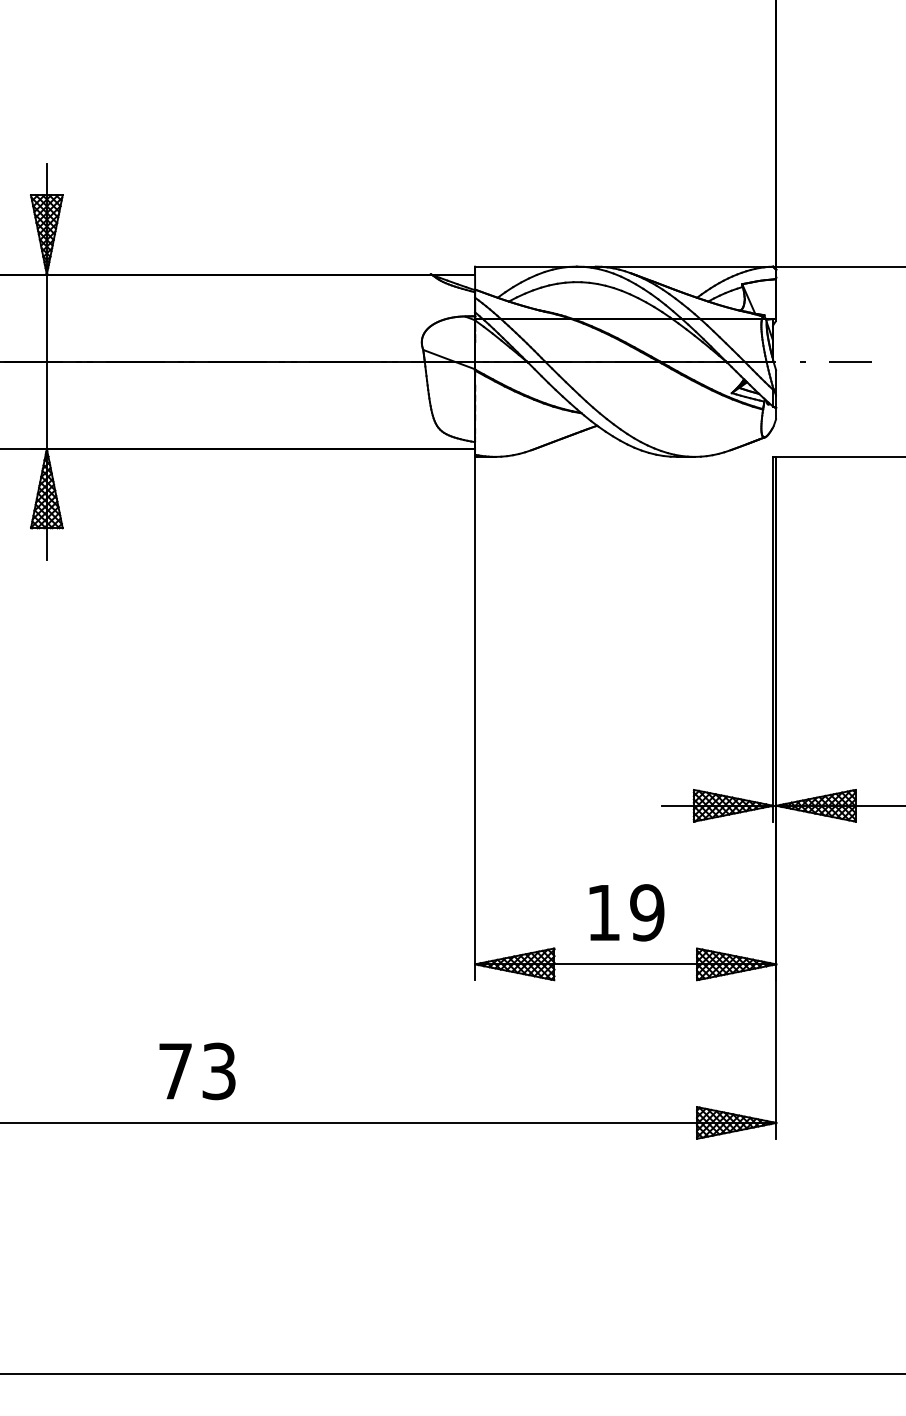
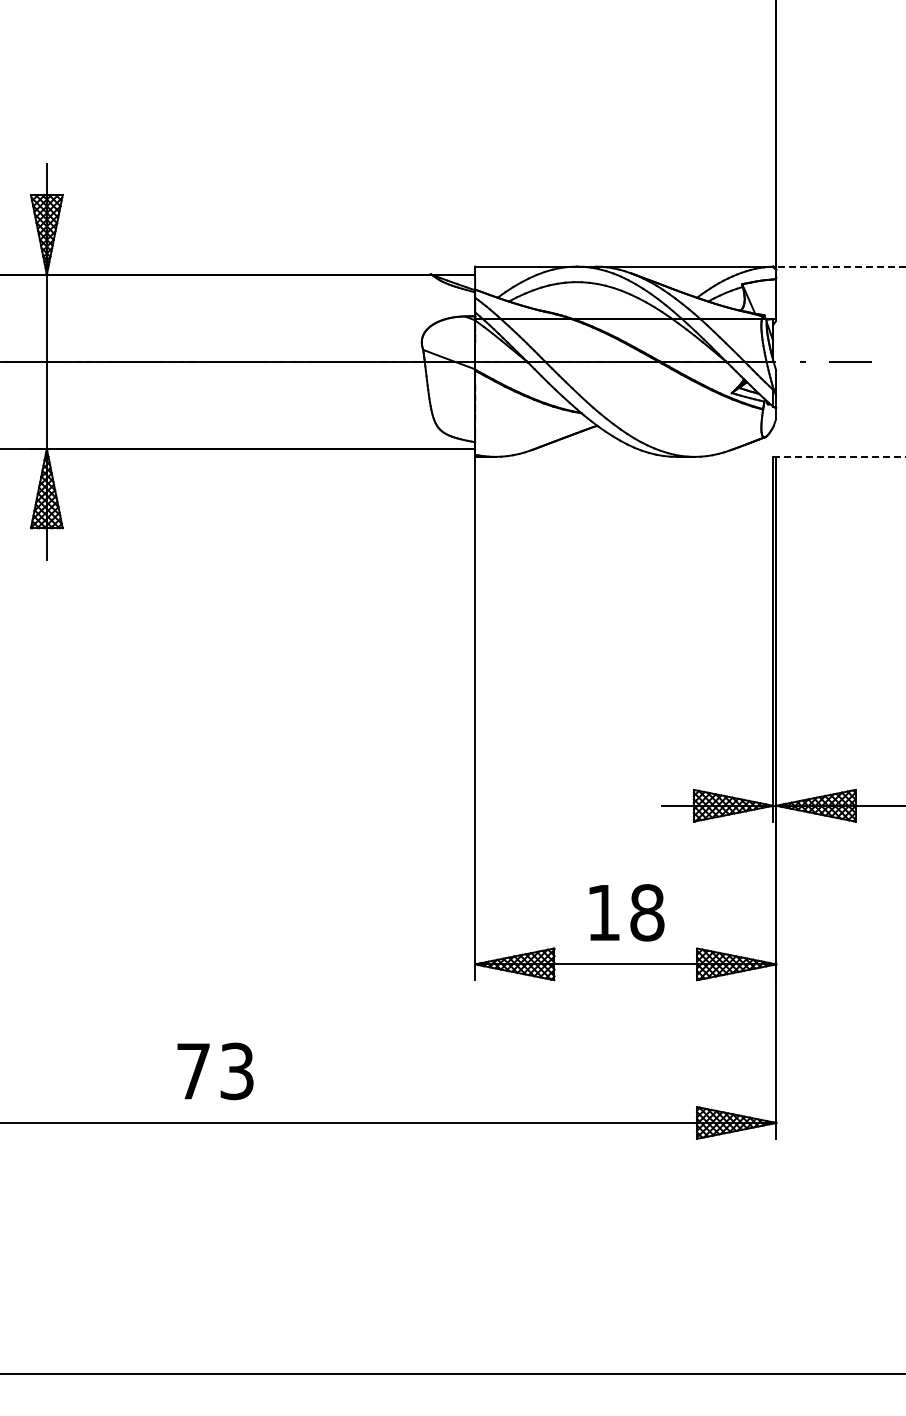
line at (838, 266): solid -> dashed
line at (839, 456): solid -> dashed
text at (647, 912): 19 -> 18
text at (197, 1071) position: (197, 1071) -> (215, 1071)
